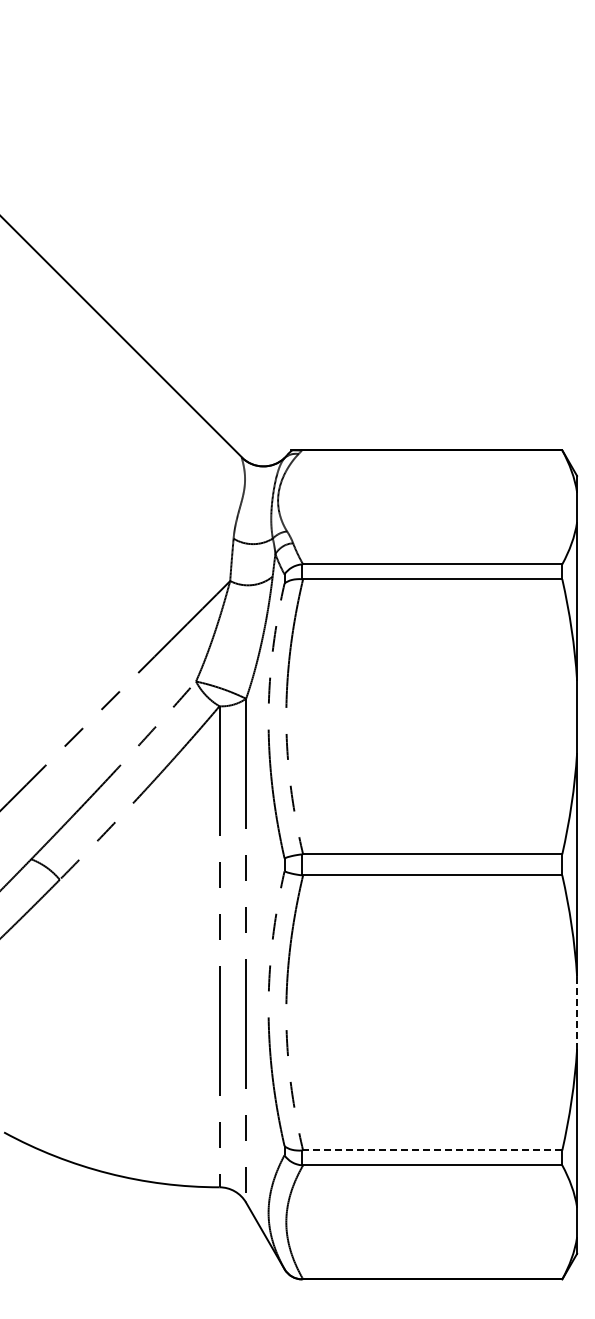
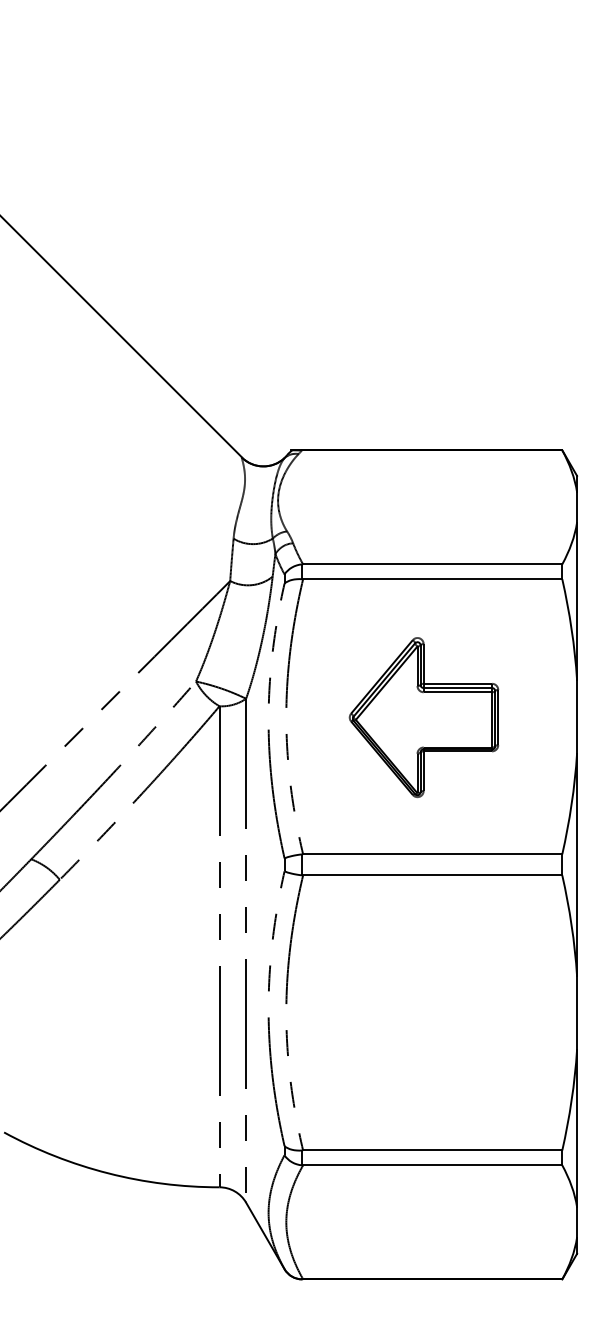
part at (423, 717): none -> present
line at (577, 1012): dashed -> solid
line at (432, 1150): dashed -> solid
